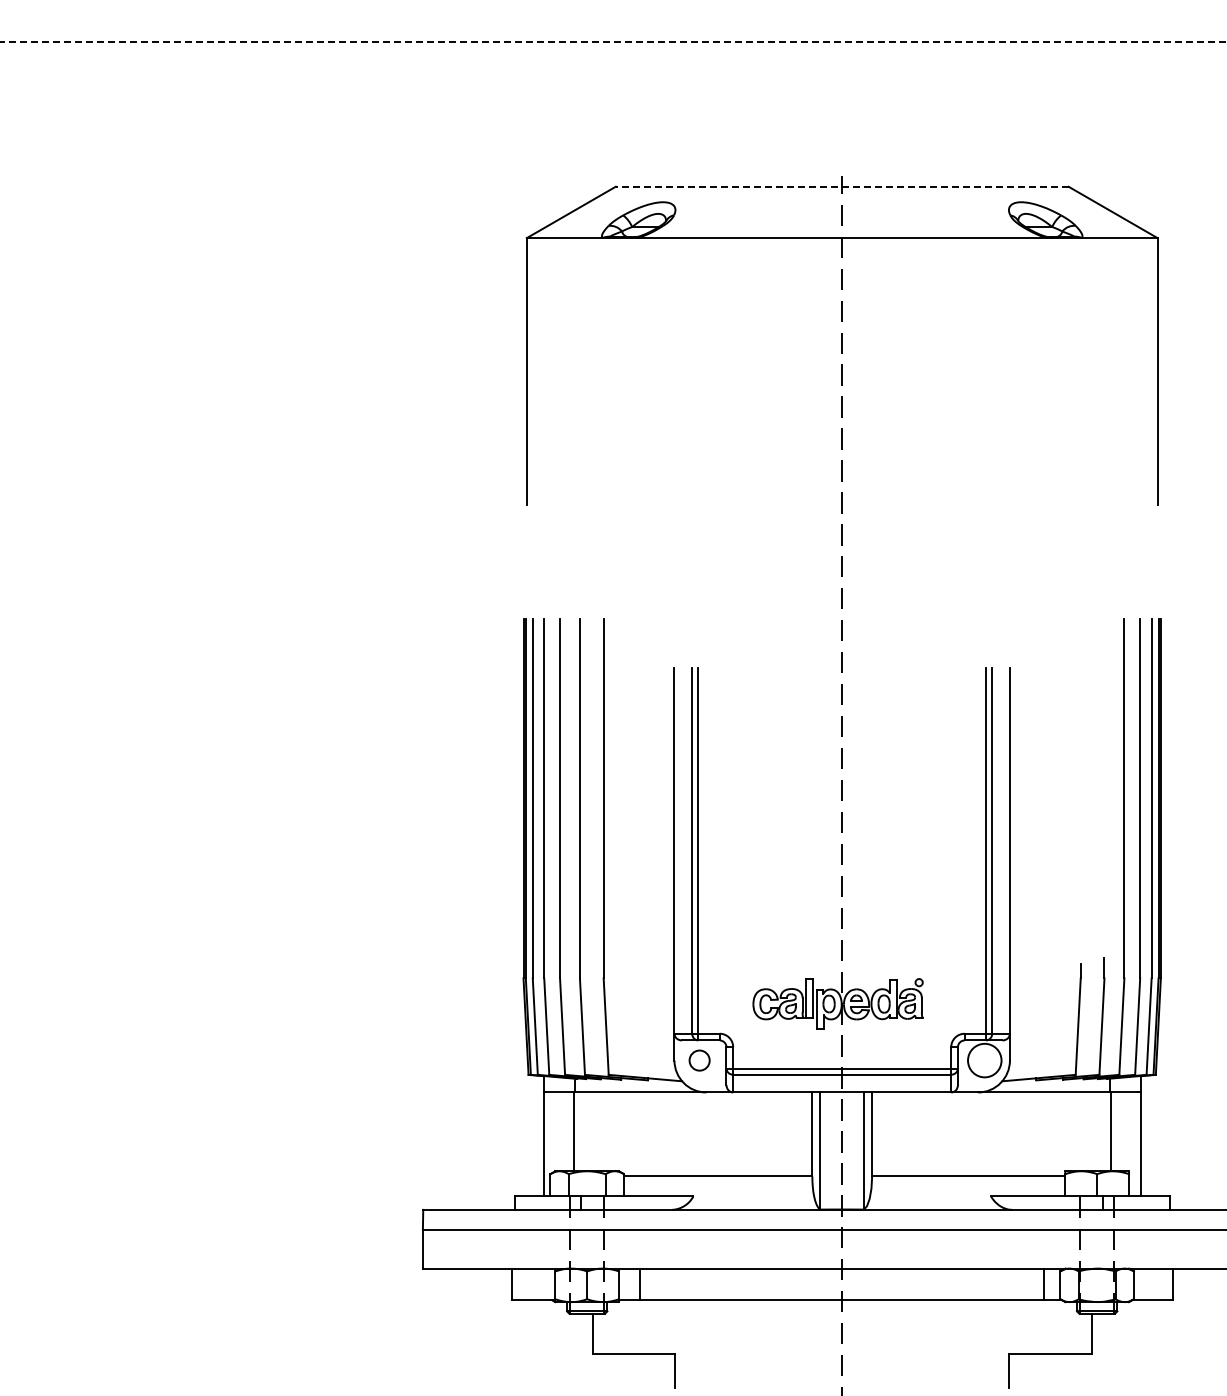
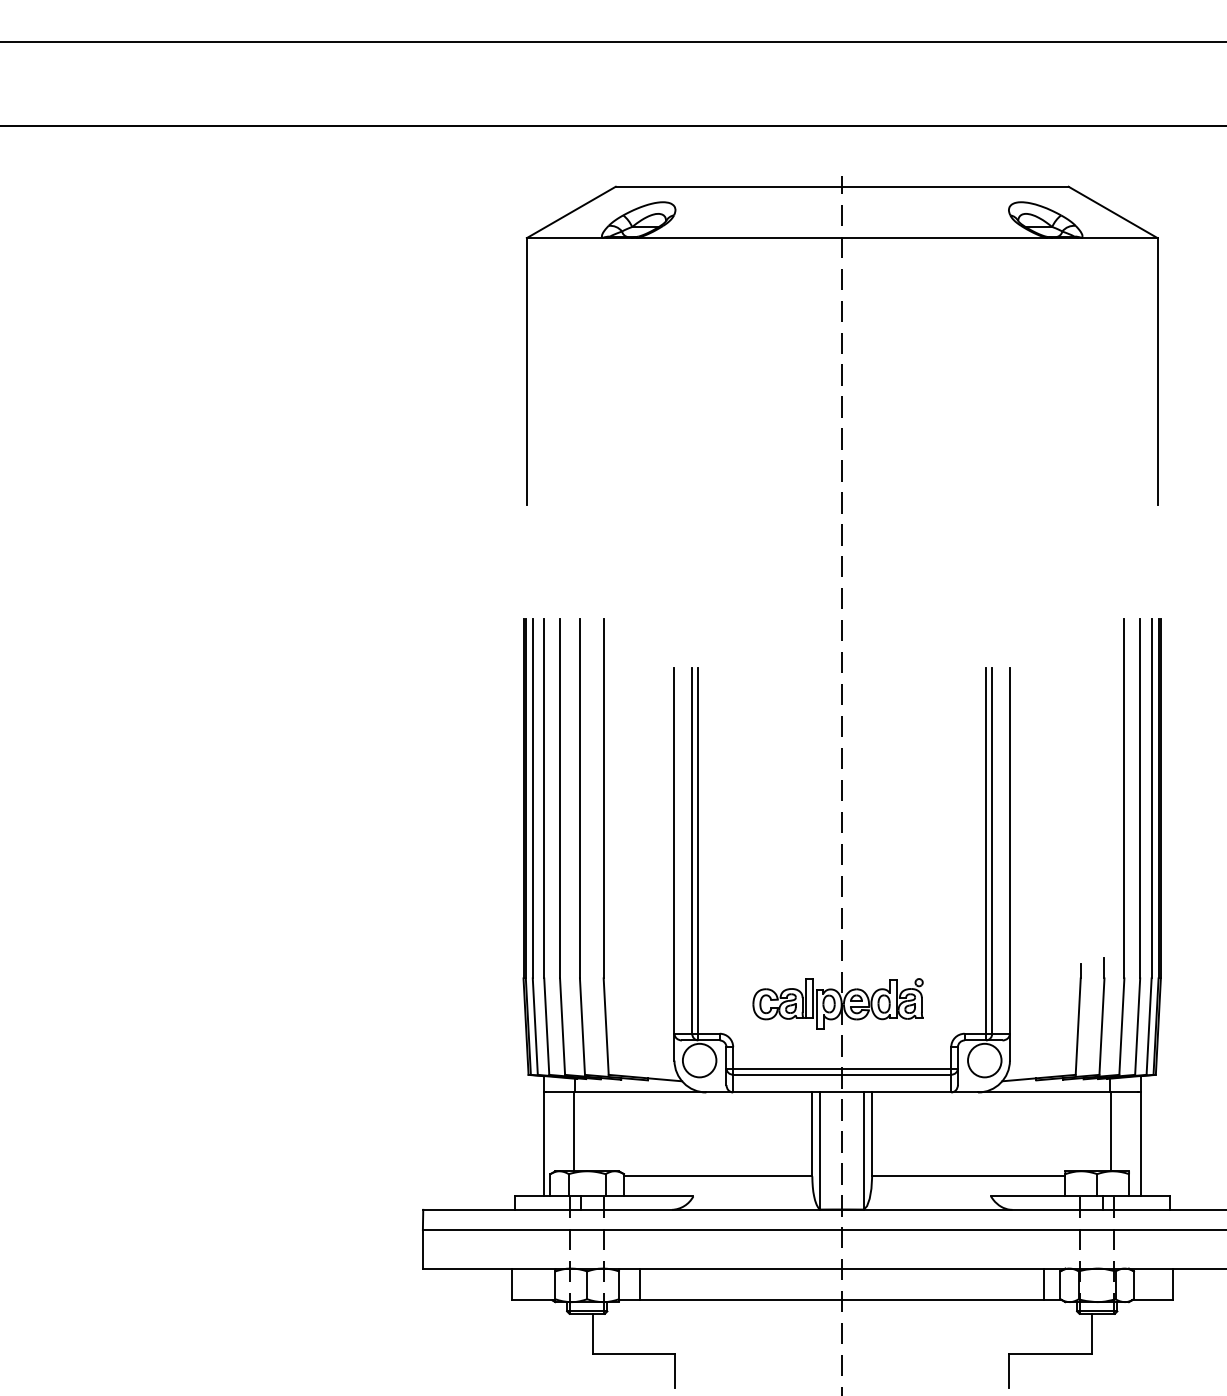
line at (613, 41): dashed -> solid
line at (612, 125): none -> present
line at (841, 186): dashed -> solid
circle at (699, 1060) diameter: 20 px -> 34 px
